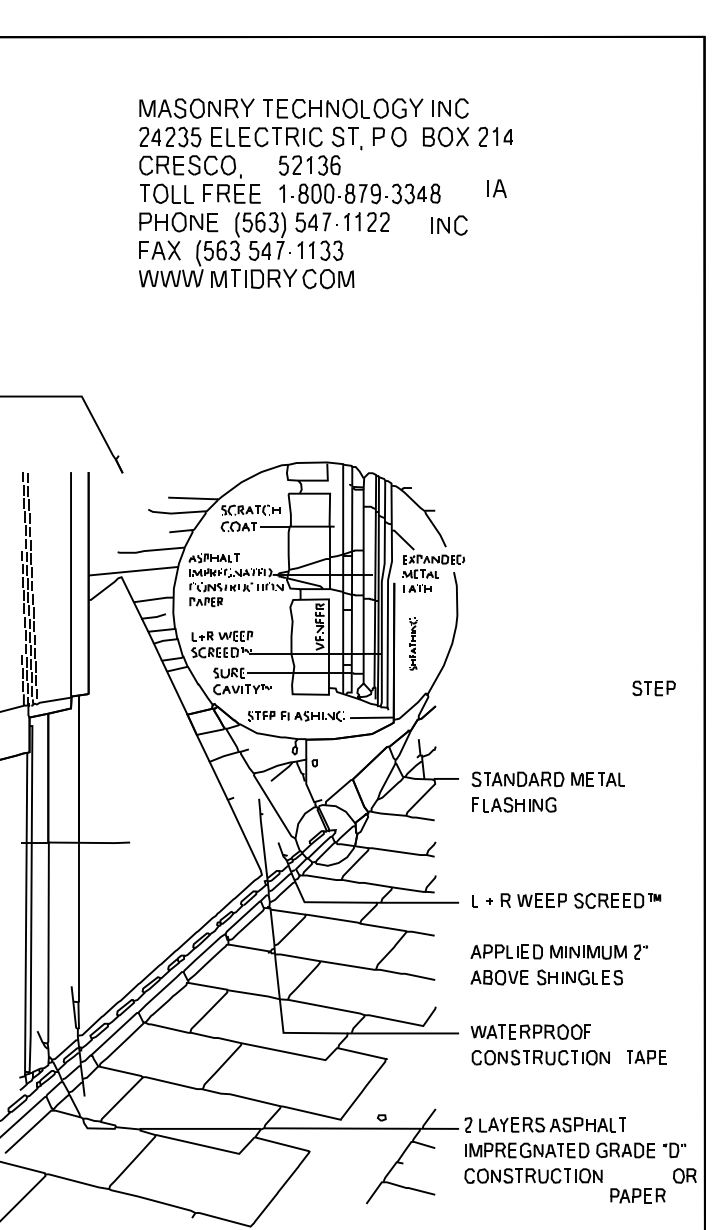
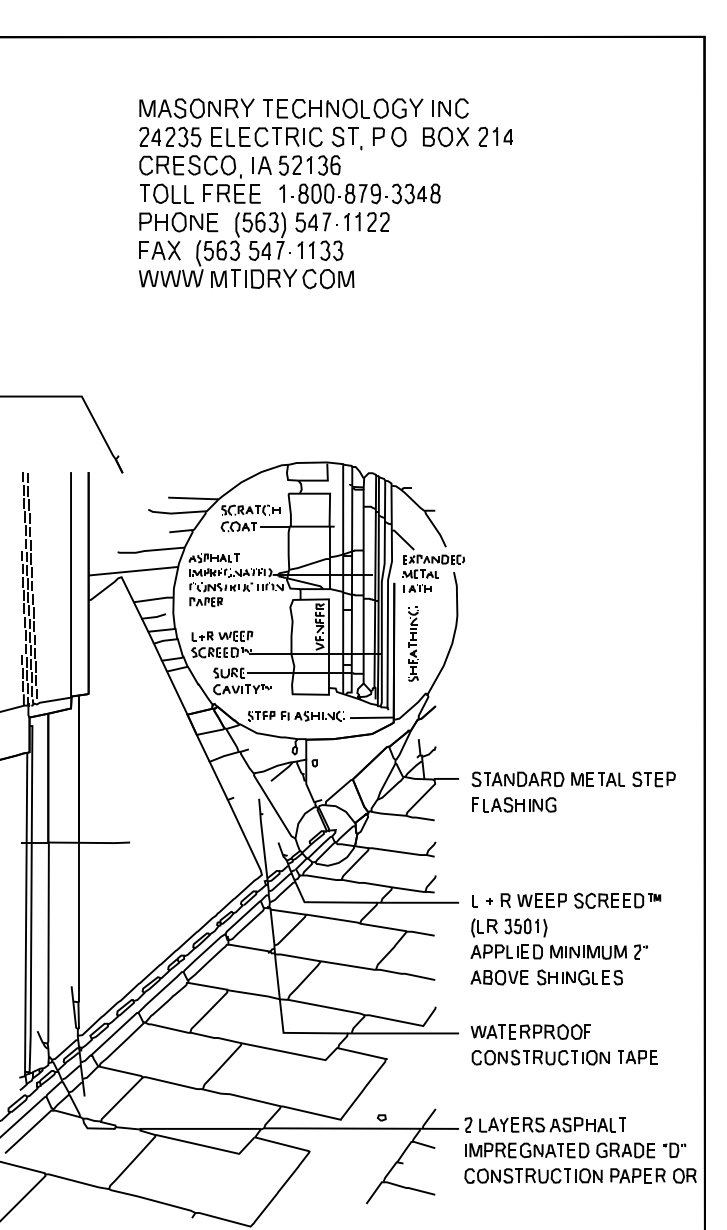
part at (496, 188) position: (496, 188) -> (261, 165)
part at (449, 225): present -> none
part at (413, 643) size: 9x54 px -> 11x76 px
part at (653, 688) position: (653, 688) -> (653, 779)
part at (509, 927): none -> present
part at (646, 1057) position: (646, 1057) -> (637, 1057)
part at (637, 1195) position: (637, 1195) -> (637, 1175)
